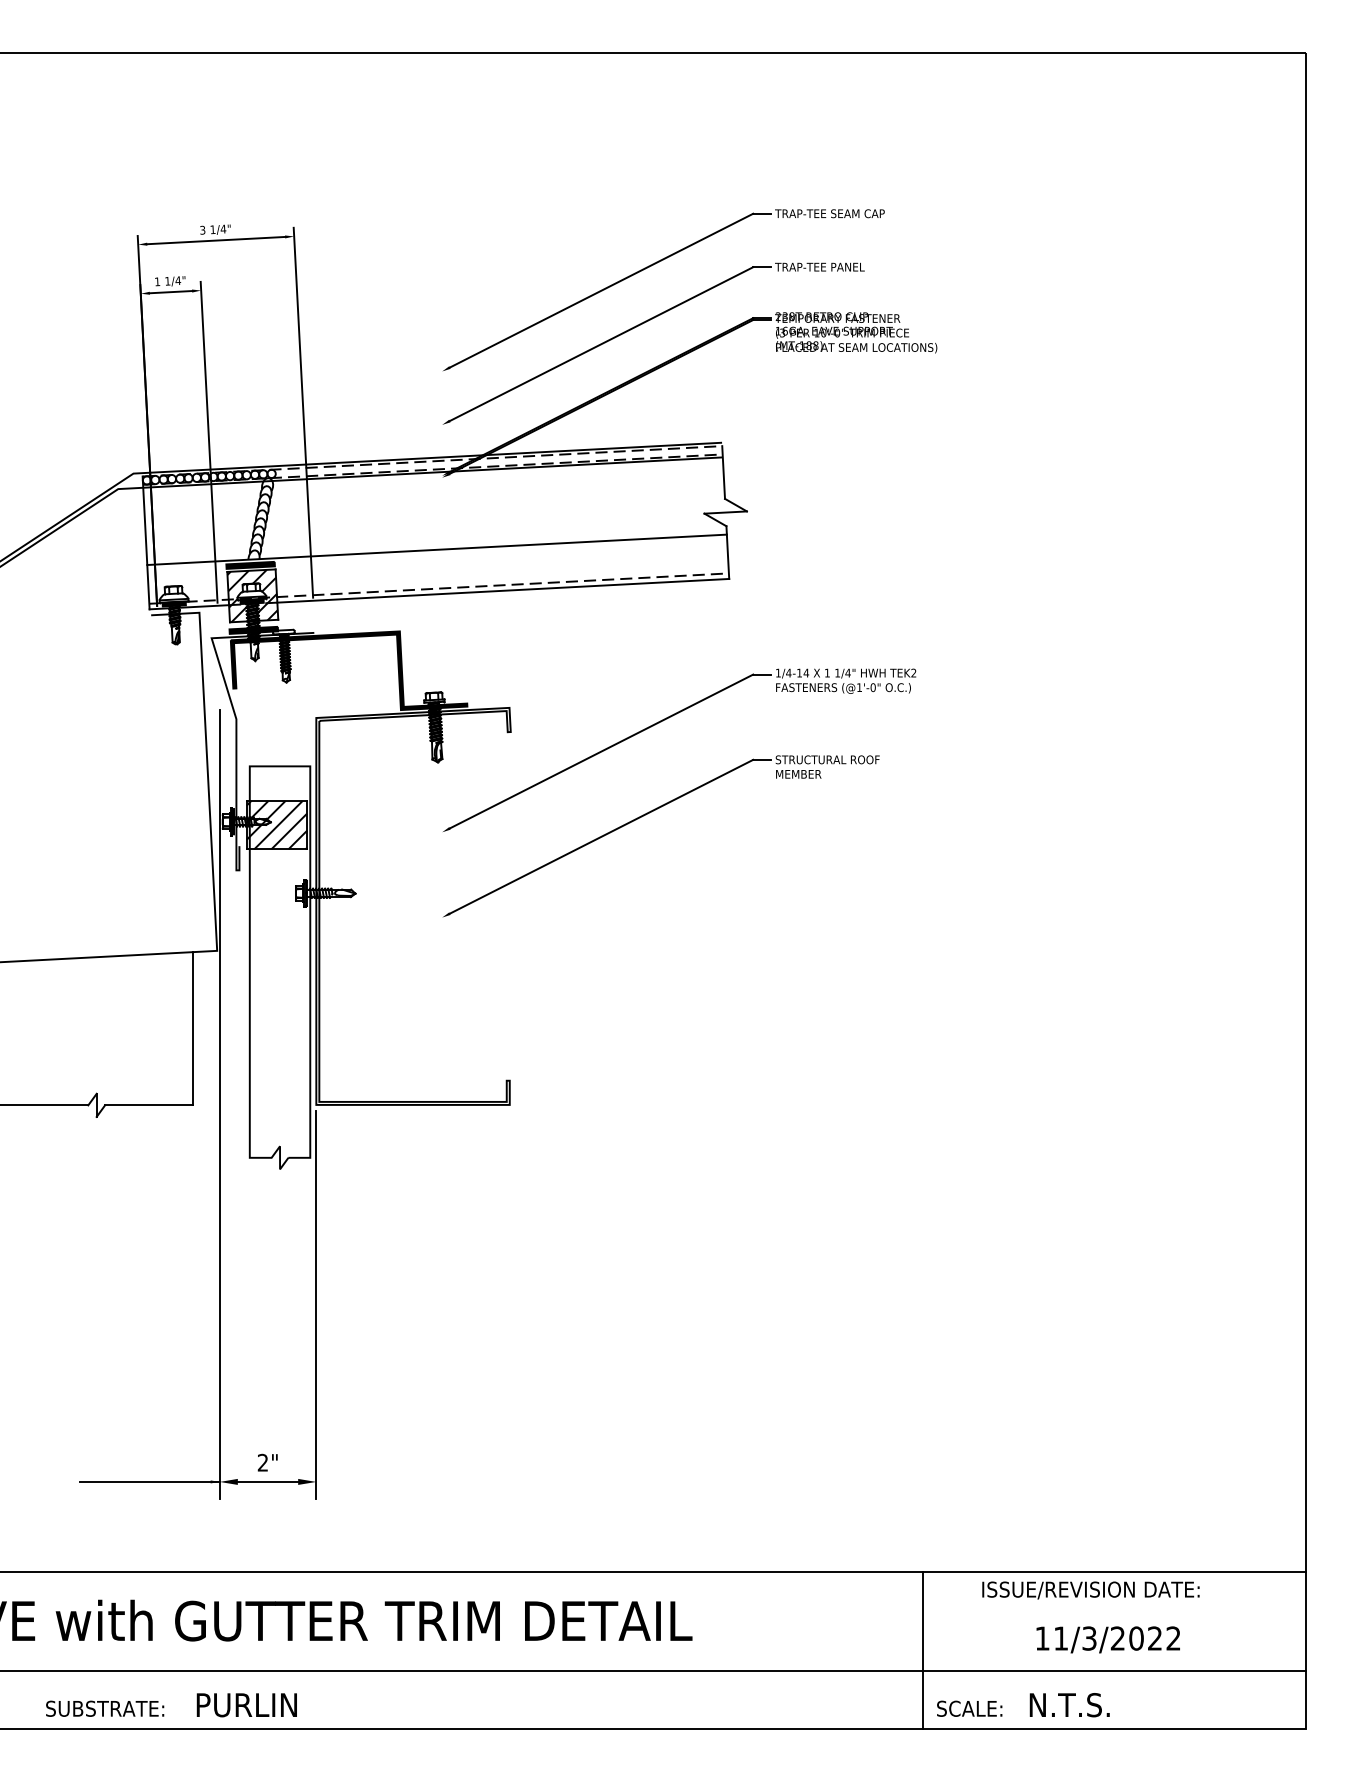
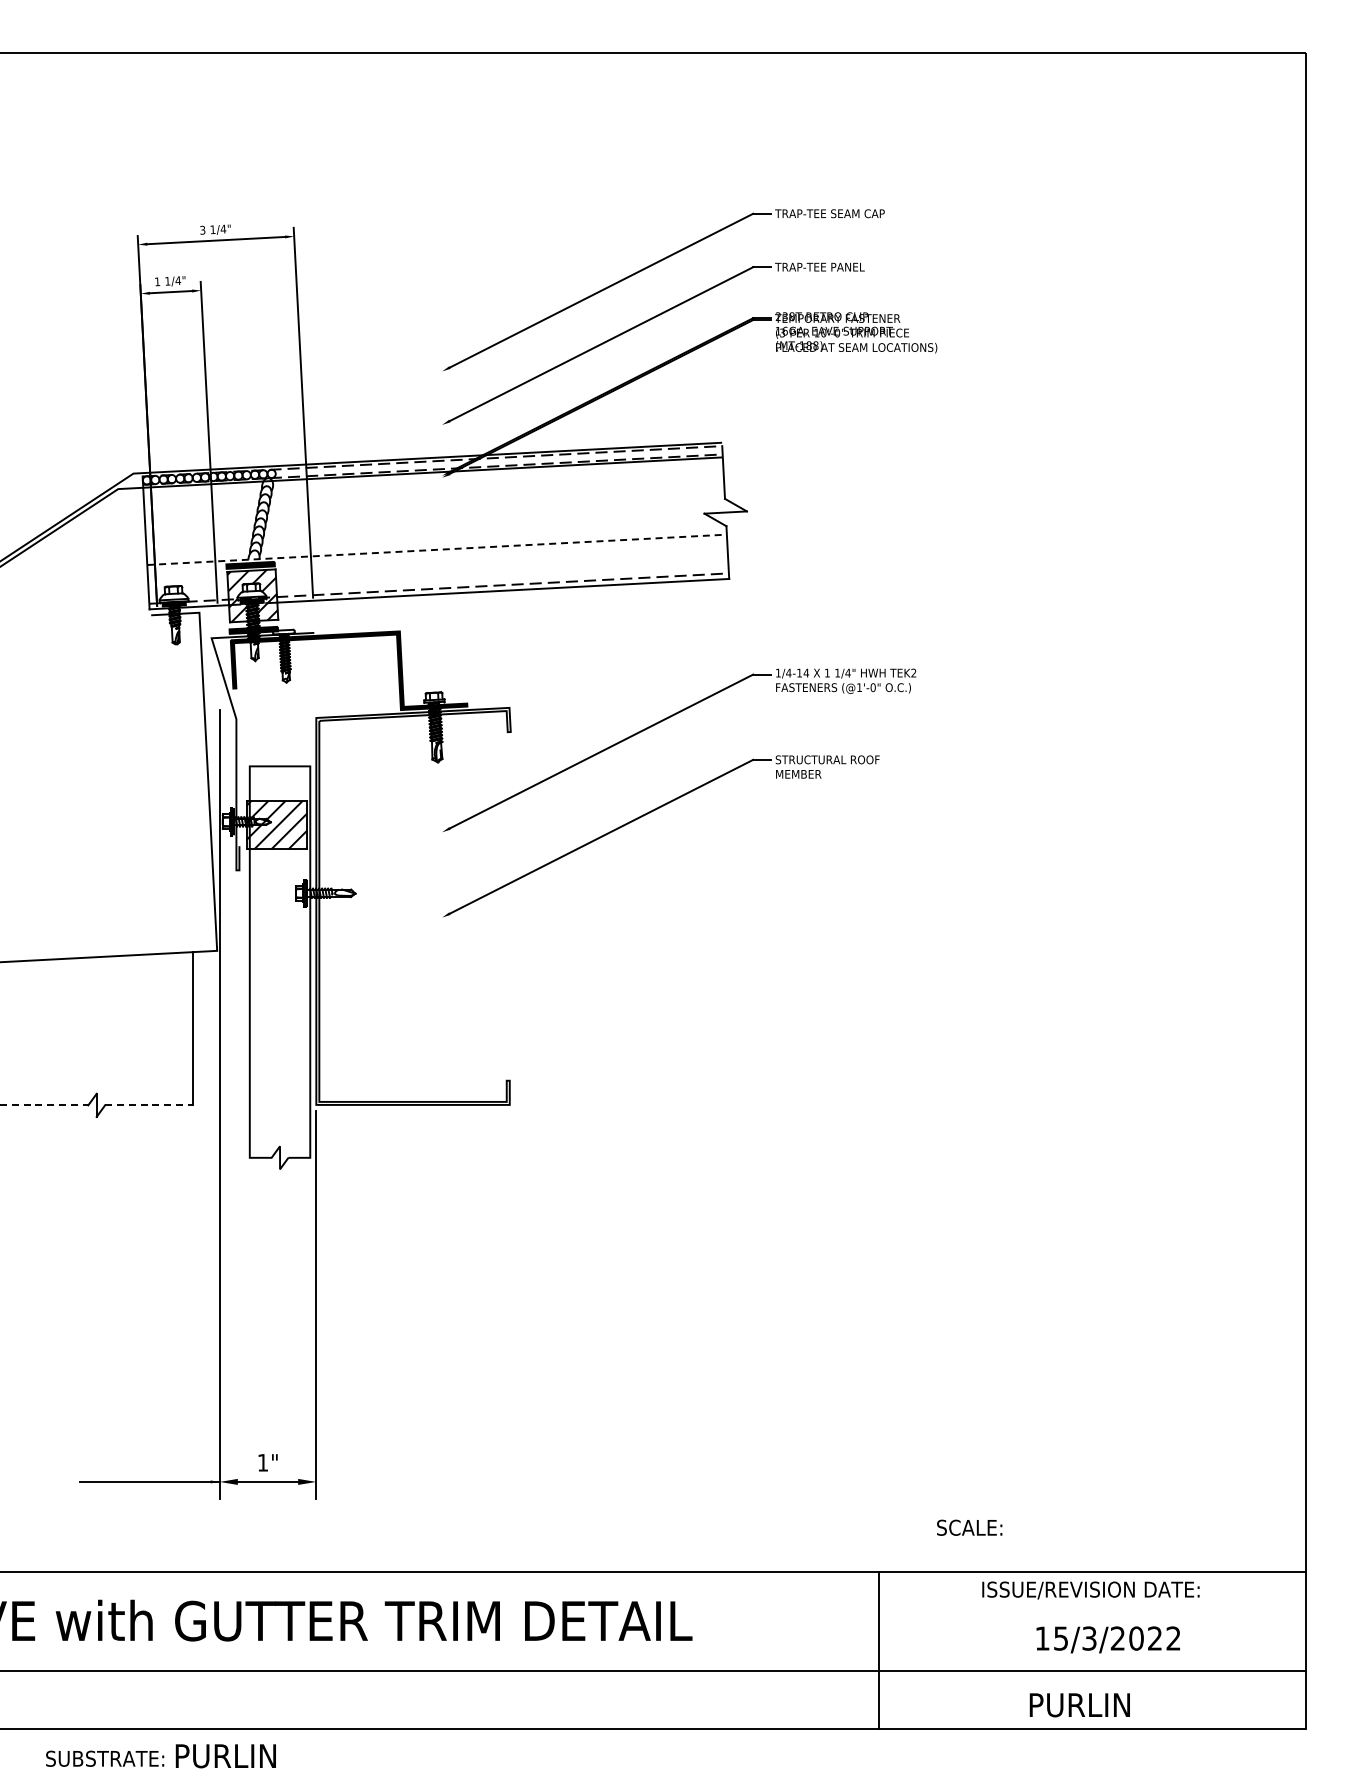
line at (437, 549): solid -> dashed
line at (44, 1105): solid -> dashed
line at (149, 1105): solid -> dashed
text at (262, 1462): 2" -> 1"
text at (1060, 1638): 11/3/2022 -> 15/3/2022
line at (923, 1649) position: (923, 1649) -> (879, 1649)
text at (246, 1705) position: (246, 1705) -> (225, 1756)
text at (1080, 1705): N.T.S. -> PURLIN
text at (105, 1708) position: (105, 1708) -> (105, 1758)
text at (969, 1708) position: (969, 1708) -> (969, 1527)
